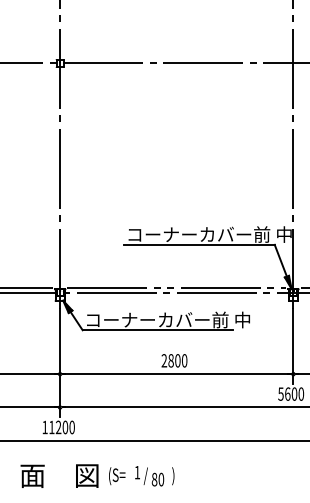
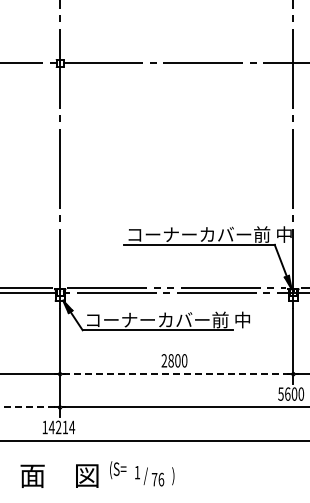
line at (177, 374): solid -> dashed
line at (28, 407): solid -> dashed
text at (61, 427): 11200 -> 14214
text at (117, 476) position: (117, 476) -> (118, 470)
text at (157, 479): 80 -> 76
